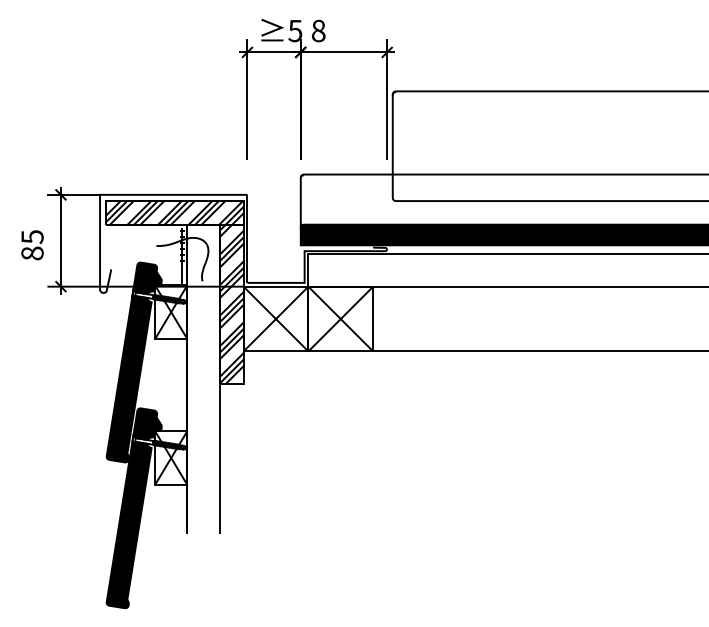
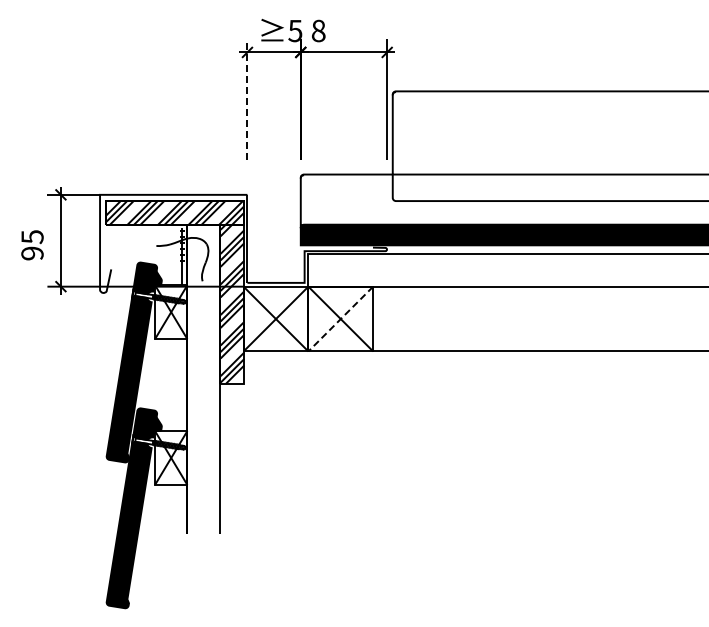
line at (247, 99): solid -> dashed
text at (32, 253): 85 -> 95
line at (340, 319): solid -> dashed
